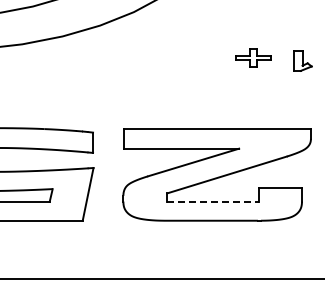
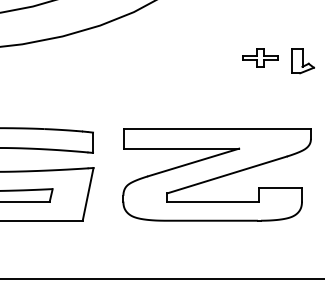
part at (253, 57) position: (253, 57) -> (260, 57)
part at (302, 60) size: 20x22 px -> 24x27 px
line at (213, 201): dashed -> solid
